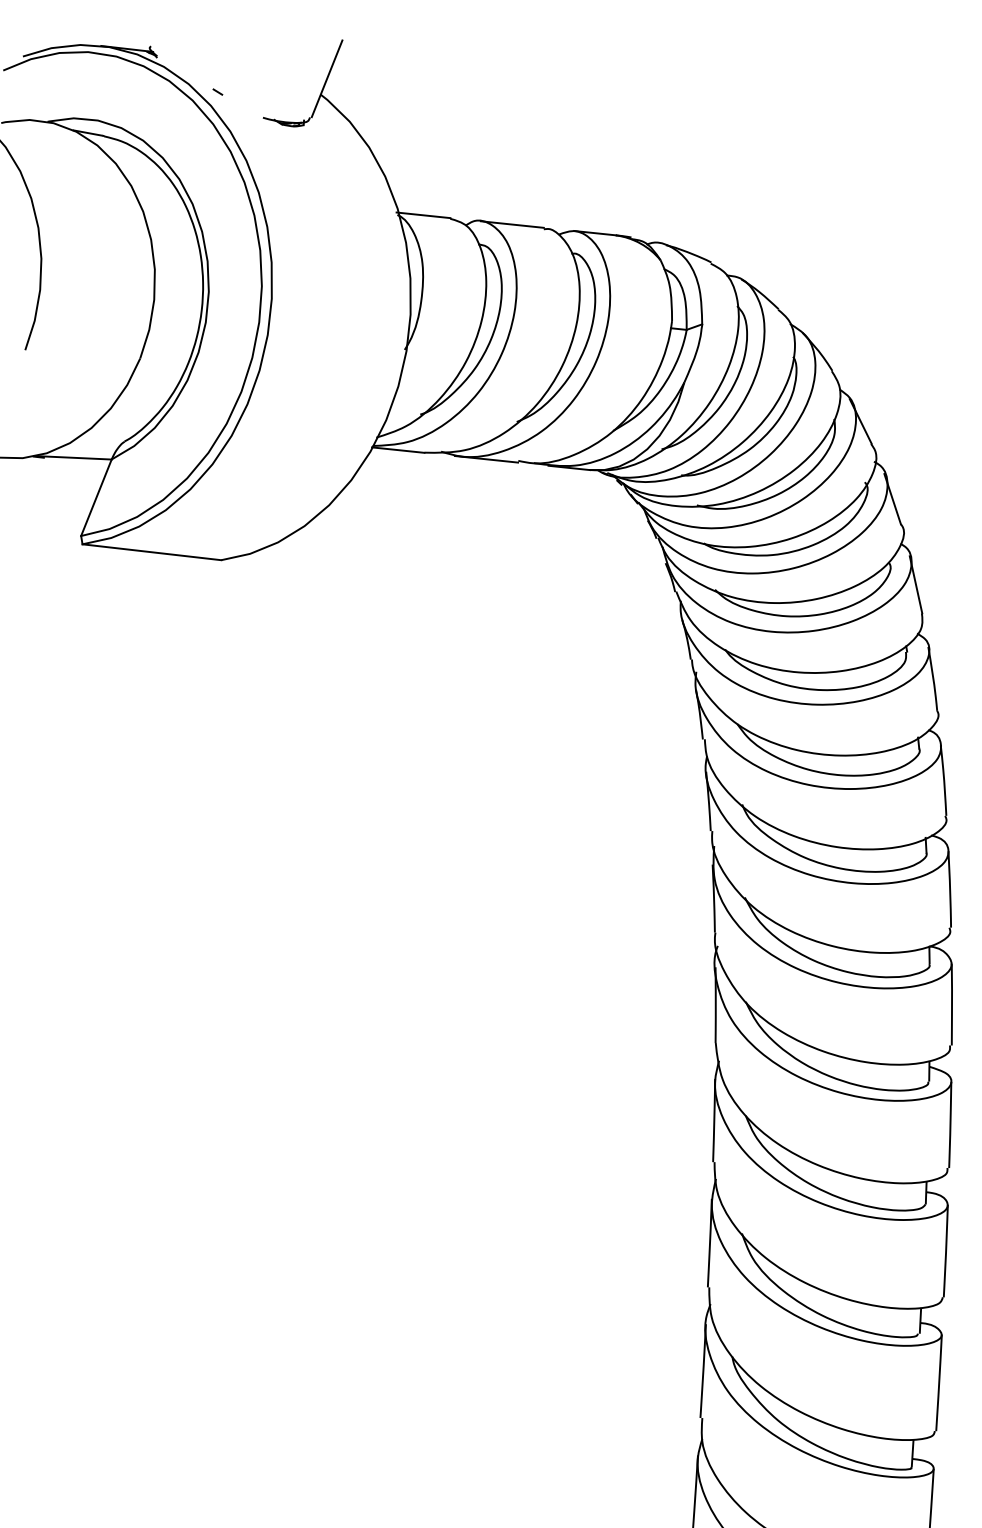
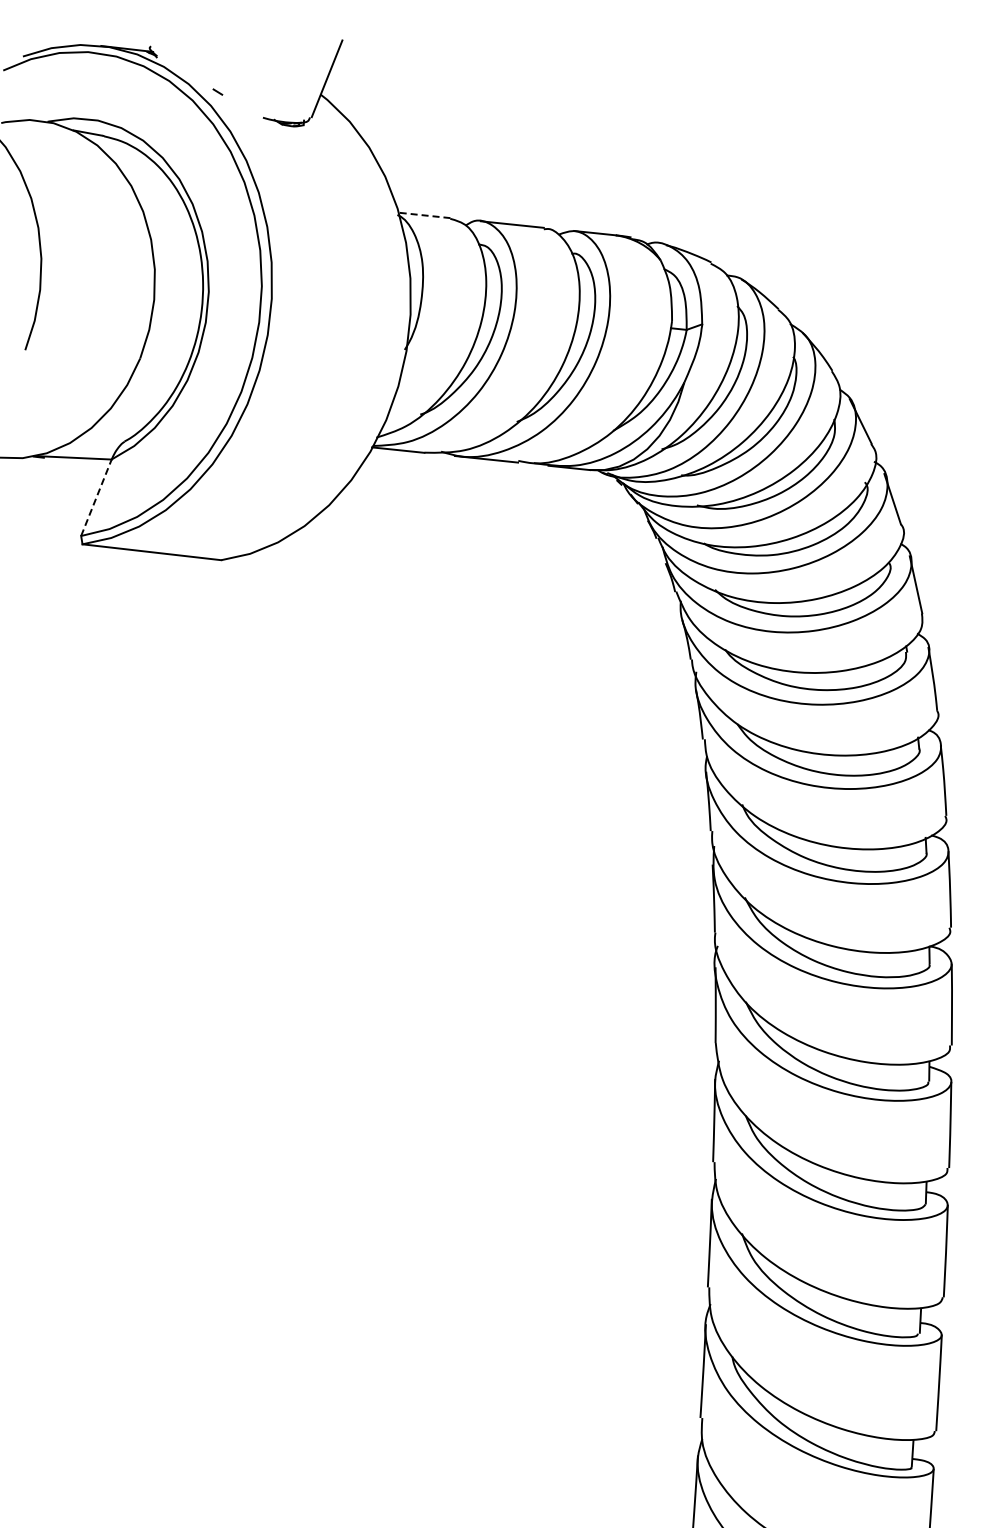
line at (423, 215): solid -> dashed
line at (96, 497): solid -> dashed
